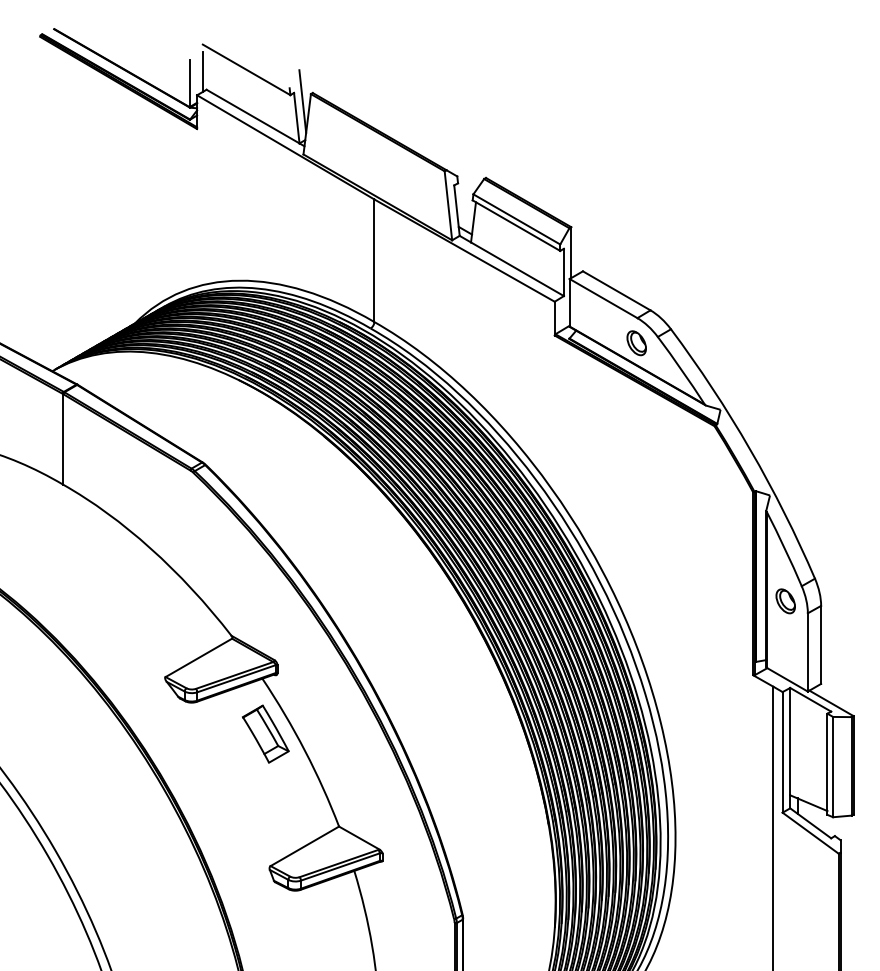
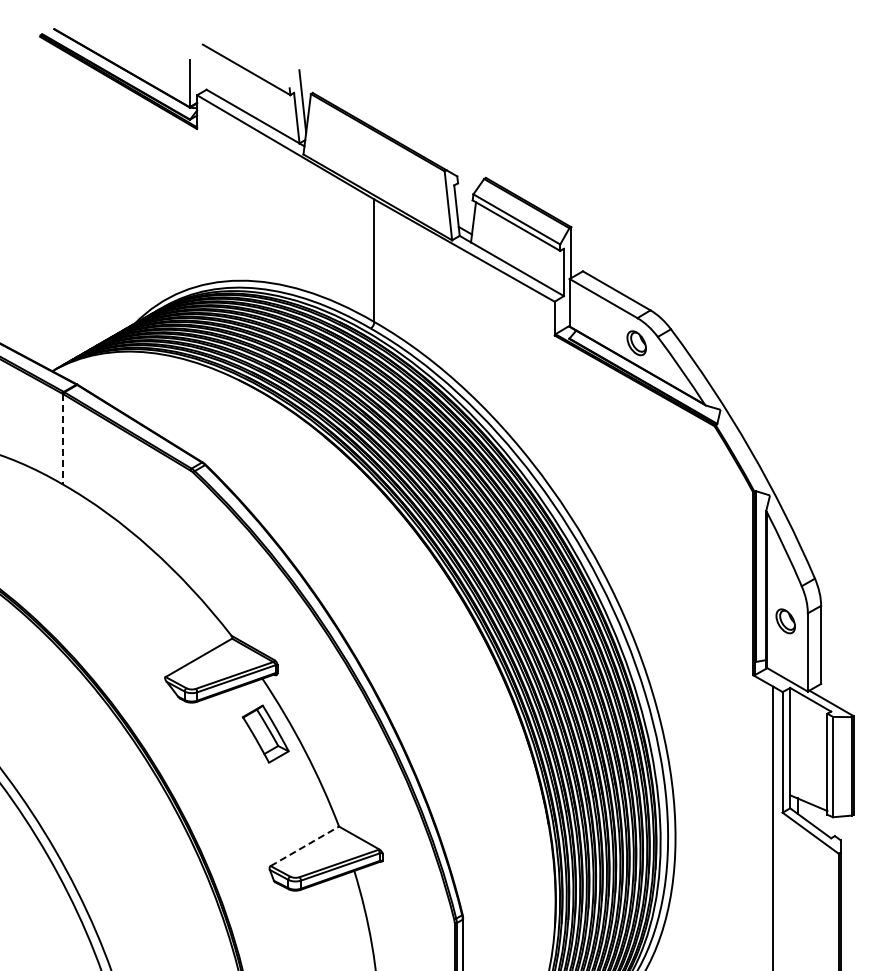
line at (202, 71): present -> none
line at (63, 439): solid -> dashed
part at (785, 601) position: (785, 601) -> (785, 621)
line at (304, 846): solid -> dashed
